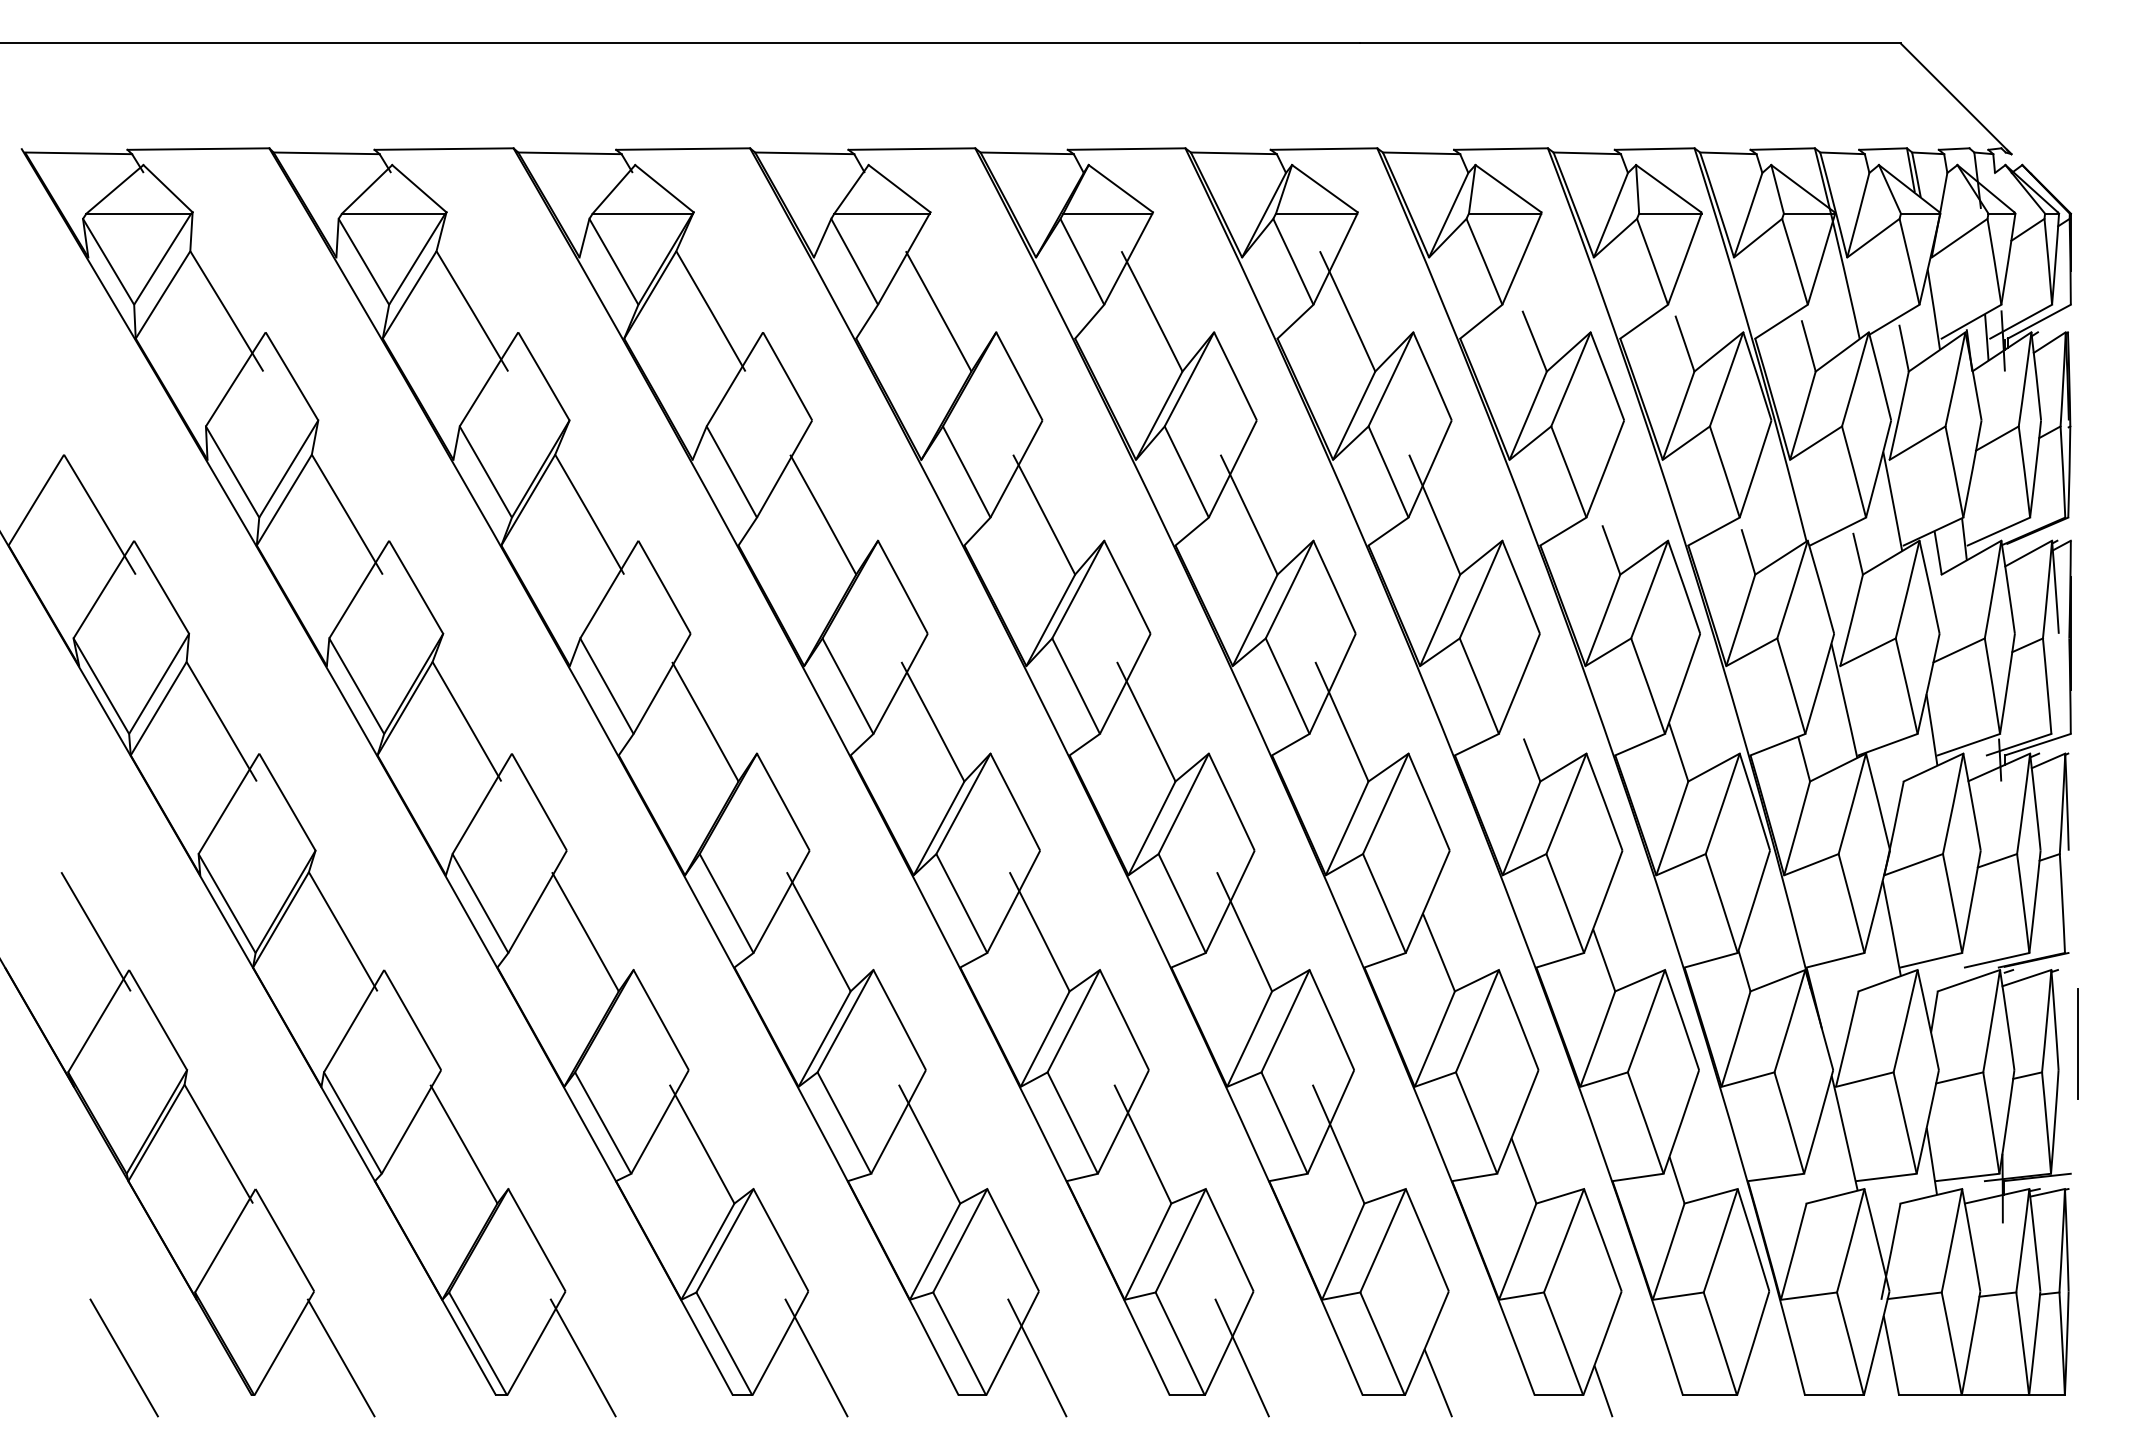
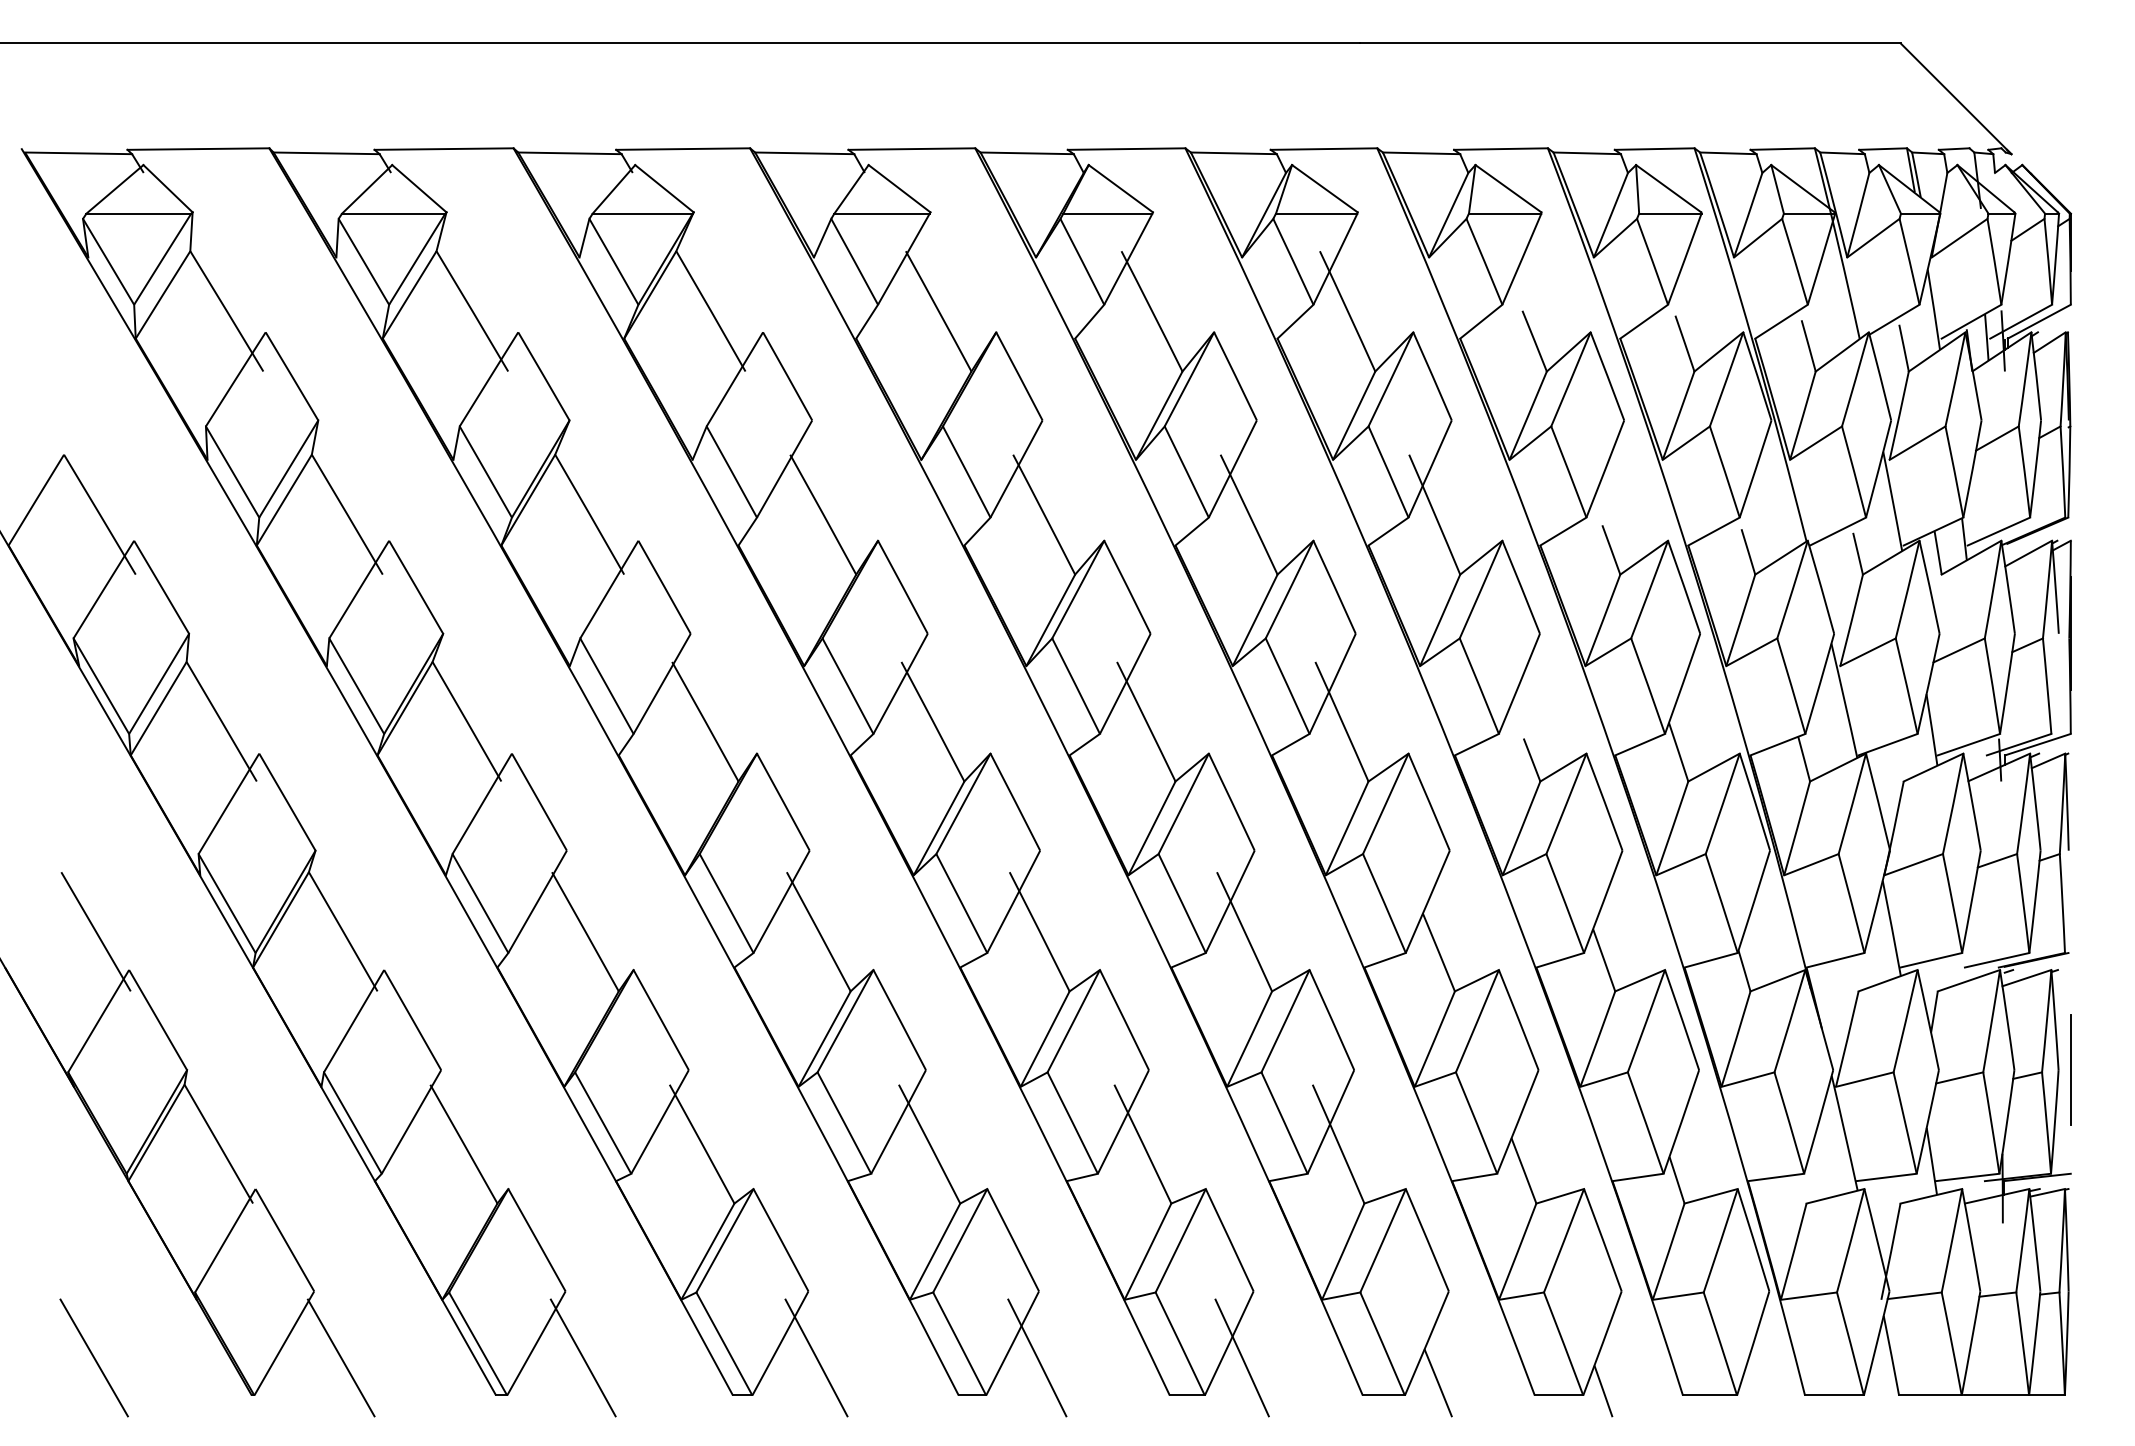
line at (2077, 1043) position: (2077, 1043) -> (2070, 1069)
line at (123, 1357) position: (123, 1357) -> (93, 1357)
